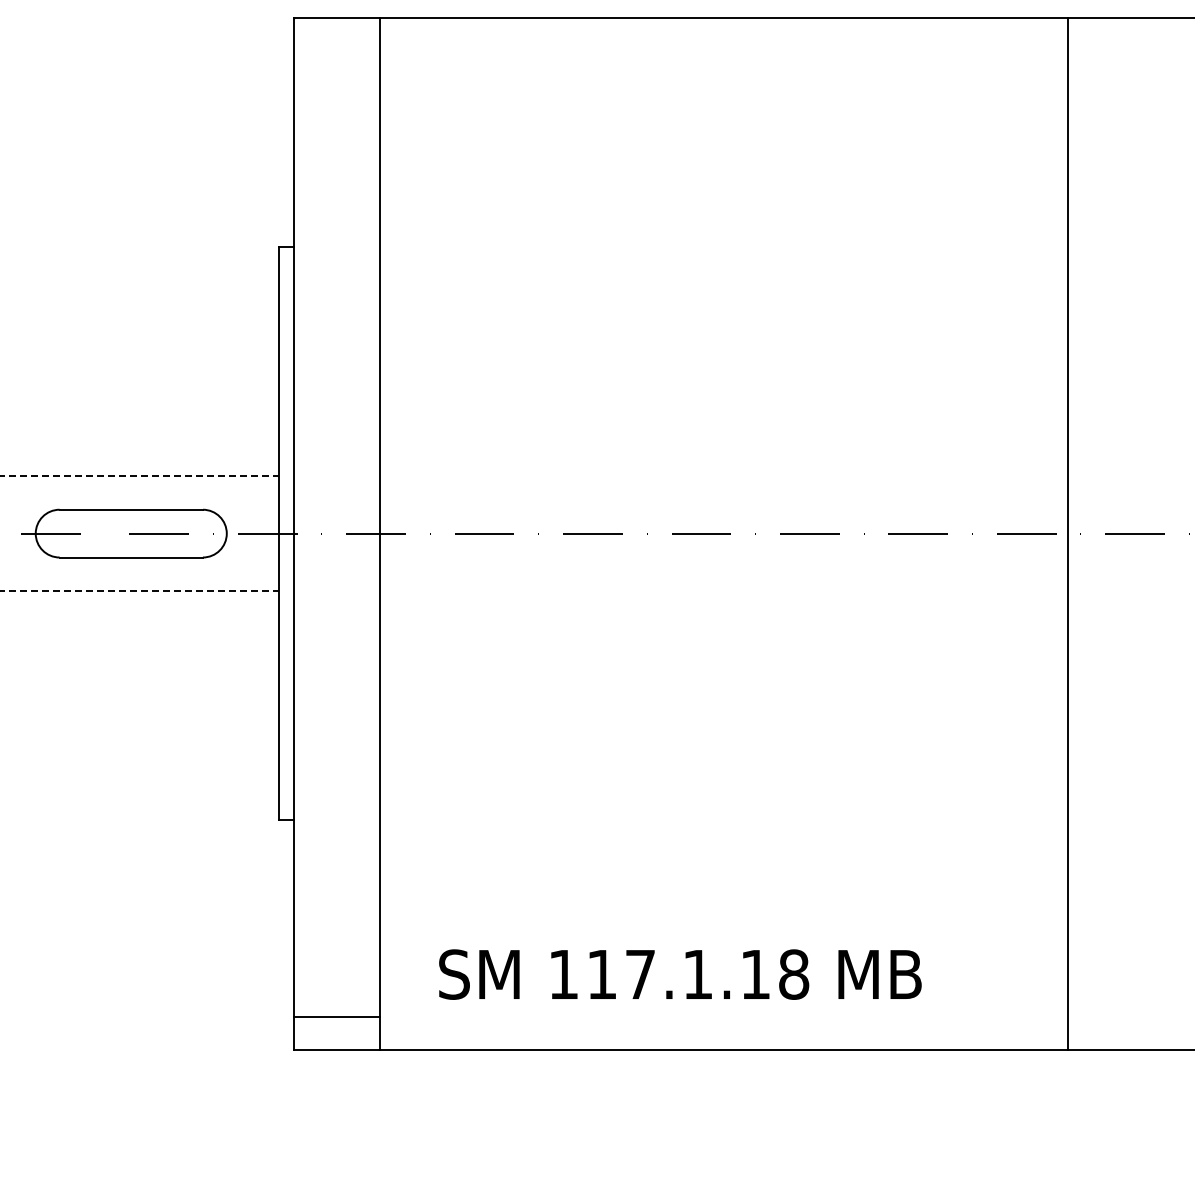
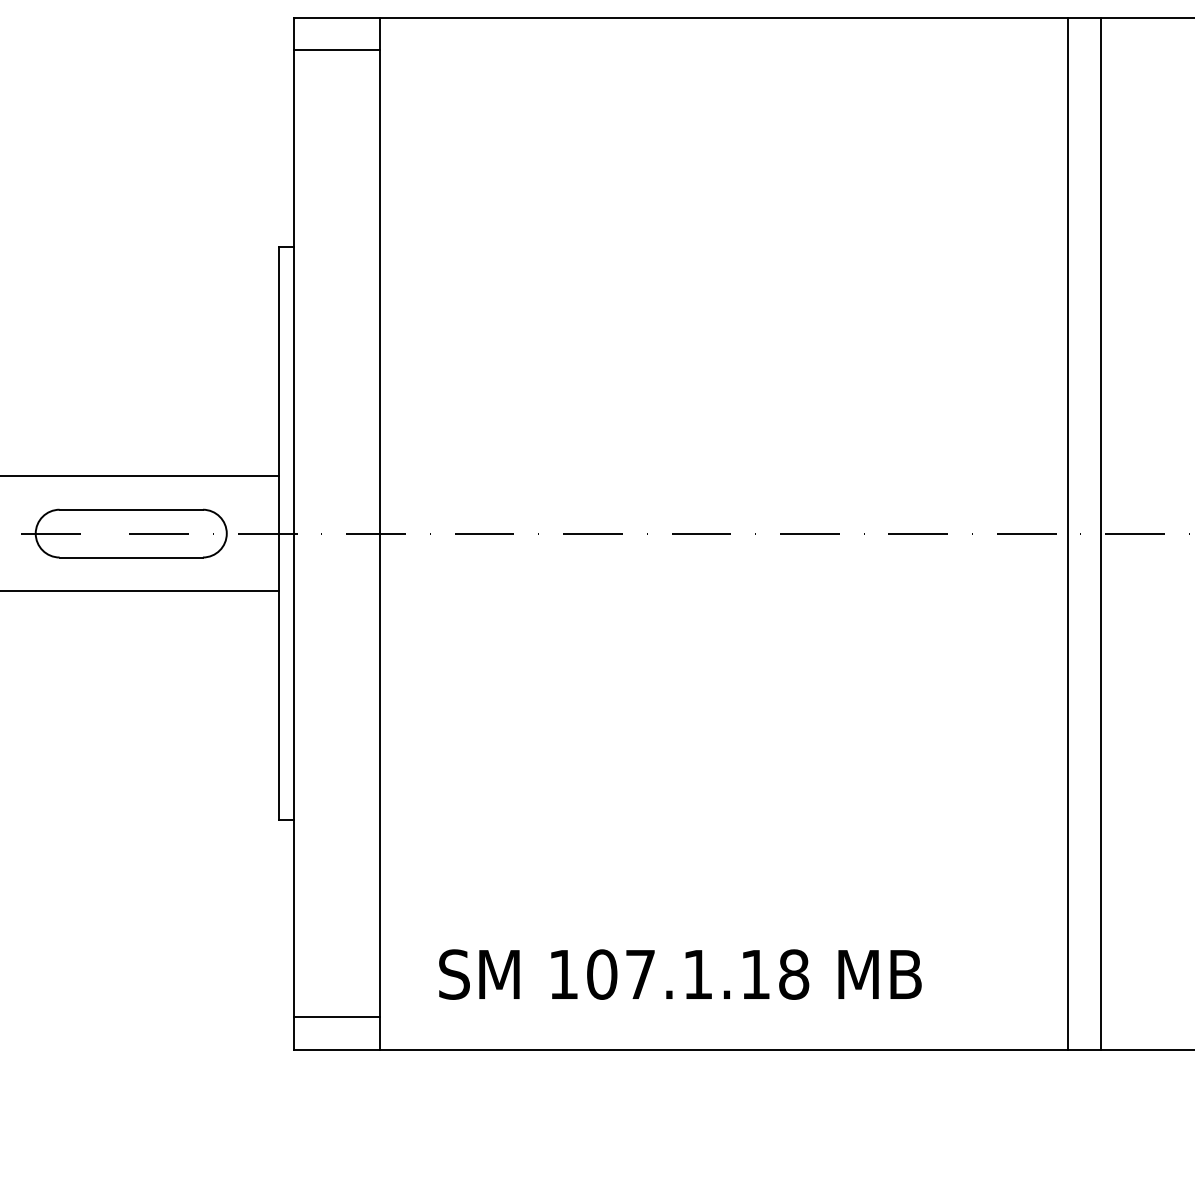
line at (336, 50): none -> present
line at (140, 476): dashed -> solid
line at (1100, 533): none -> present
line at (140, 590): dashed -> solid
text at (602, 974): 117.1.18 -> 107.1.18
